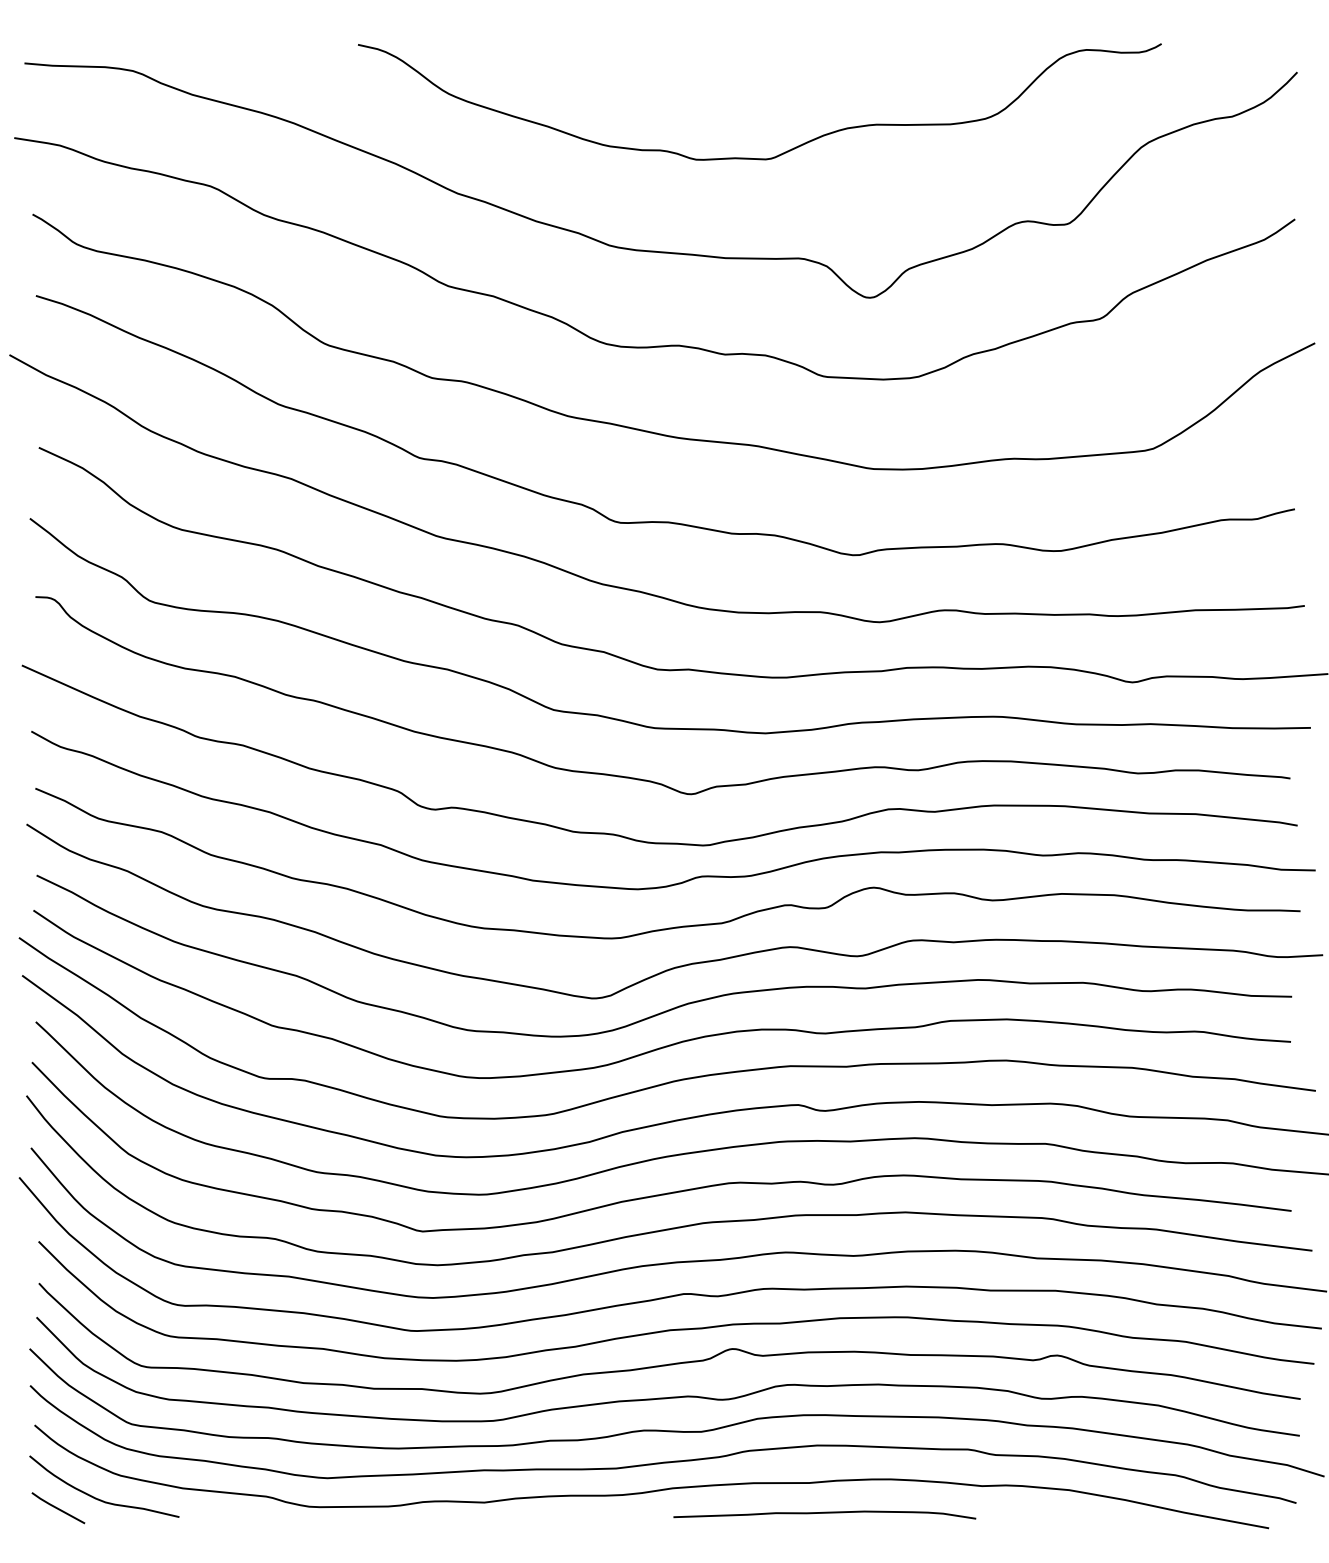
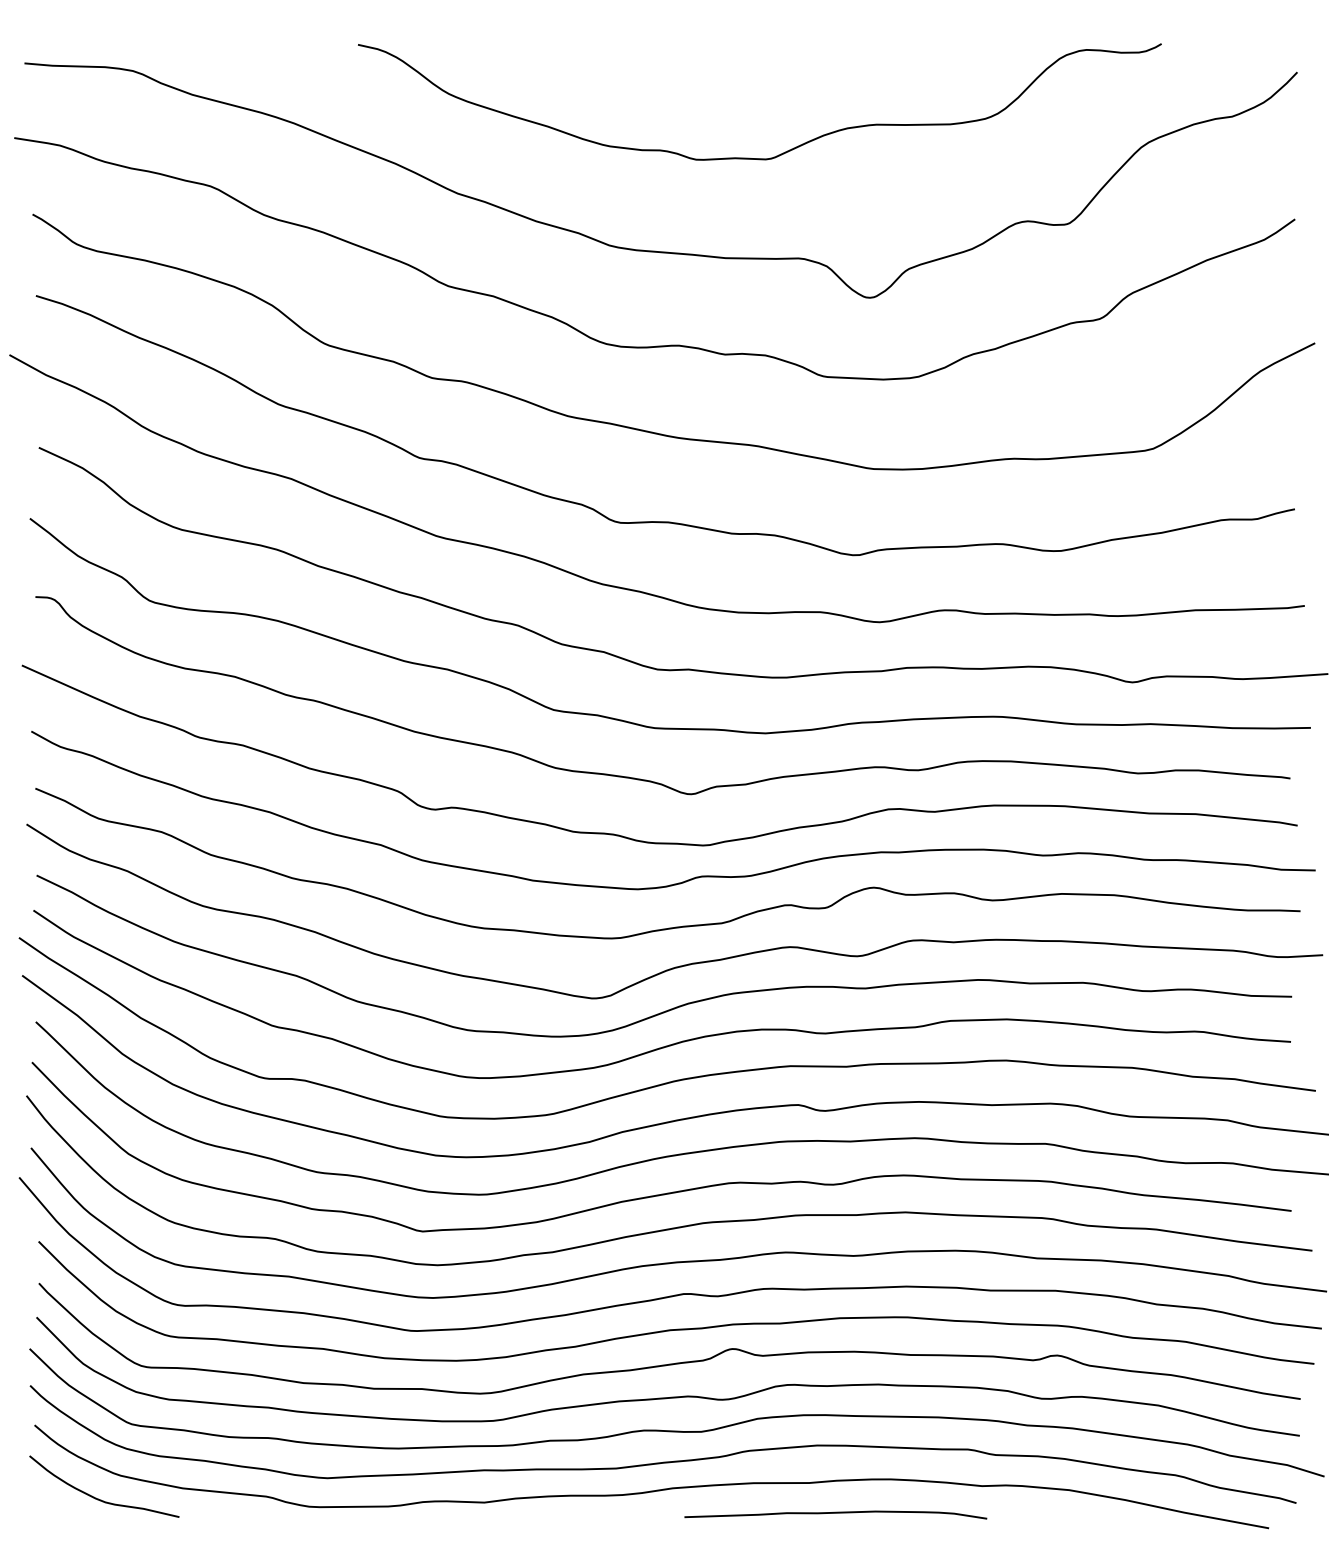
line at (58, 1508): present -> none
curve at (824, 1513) position: (824, 1513) -> (835, 1513)
